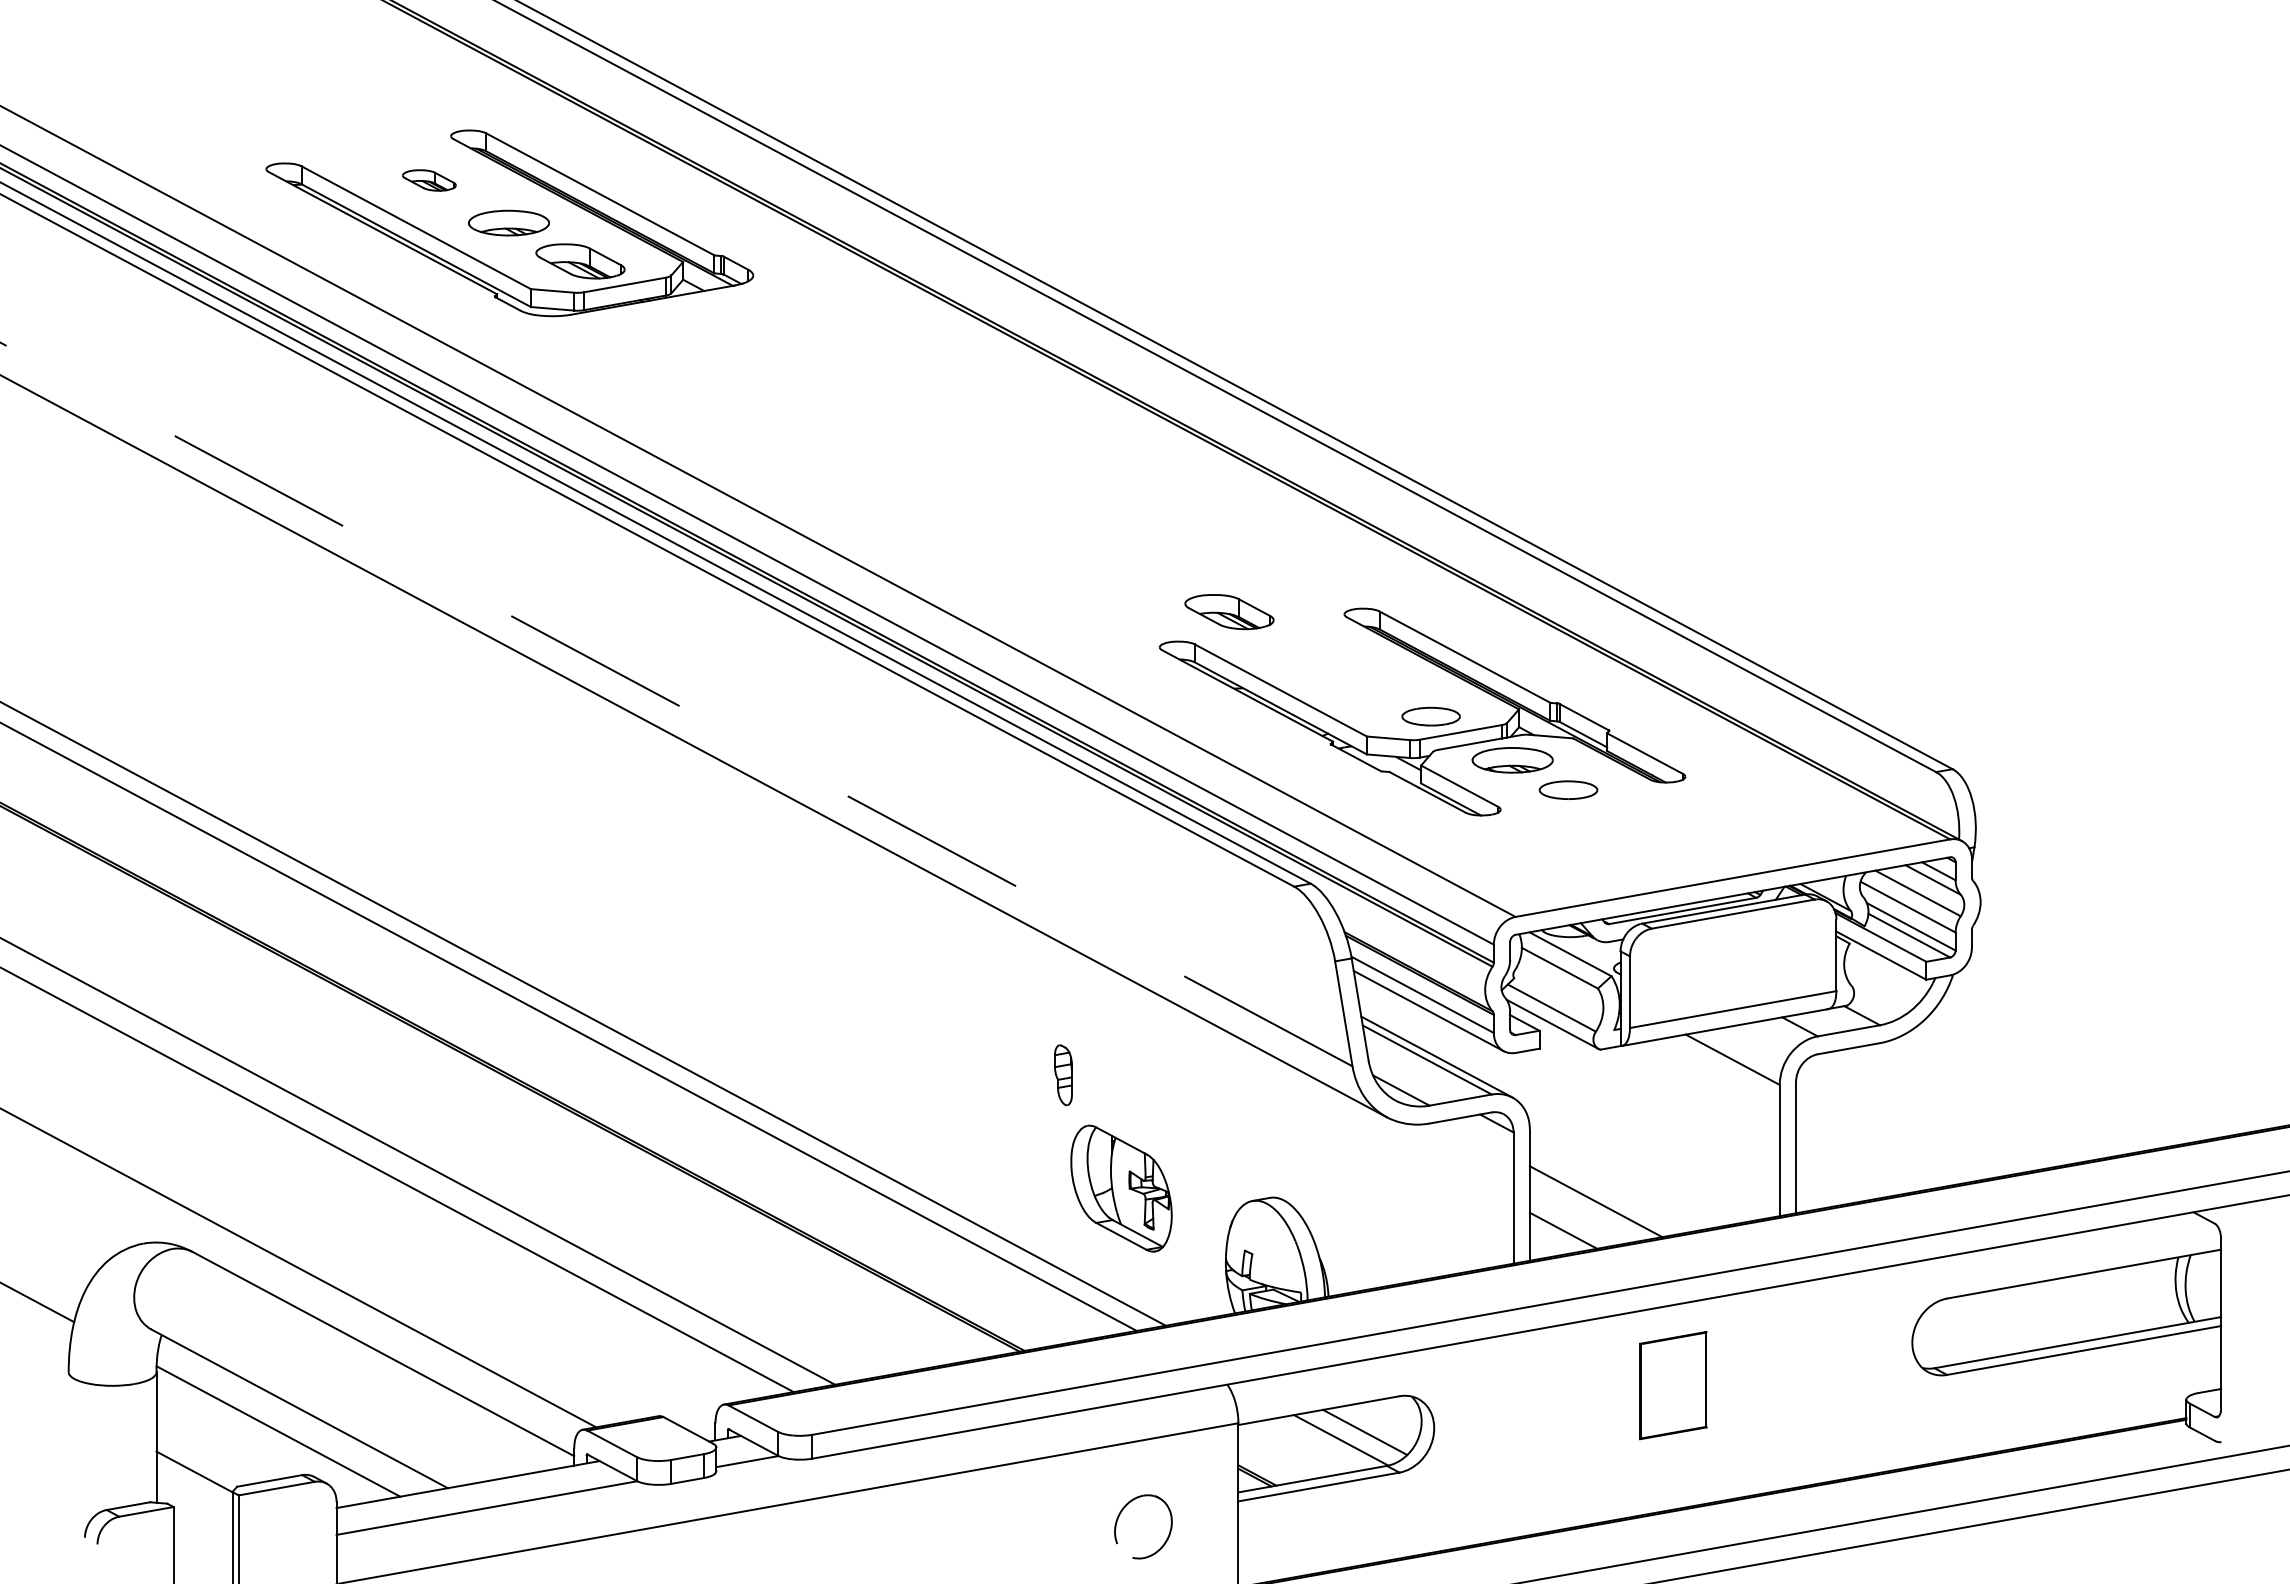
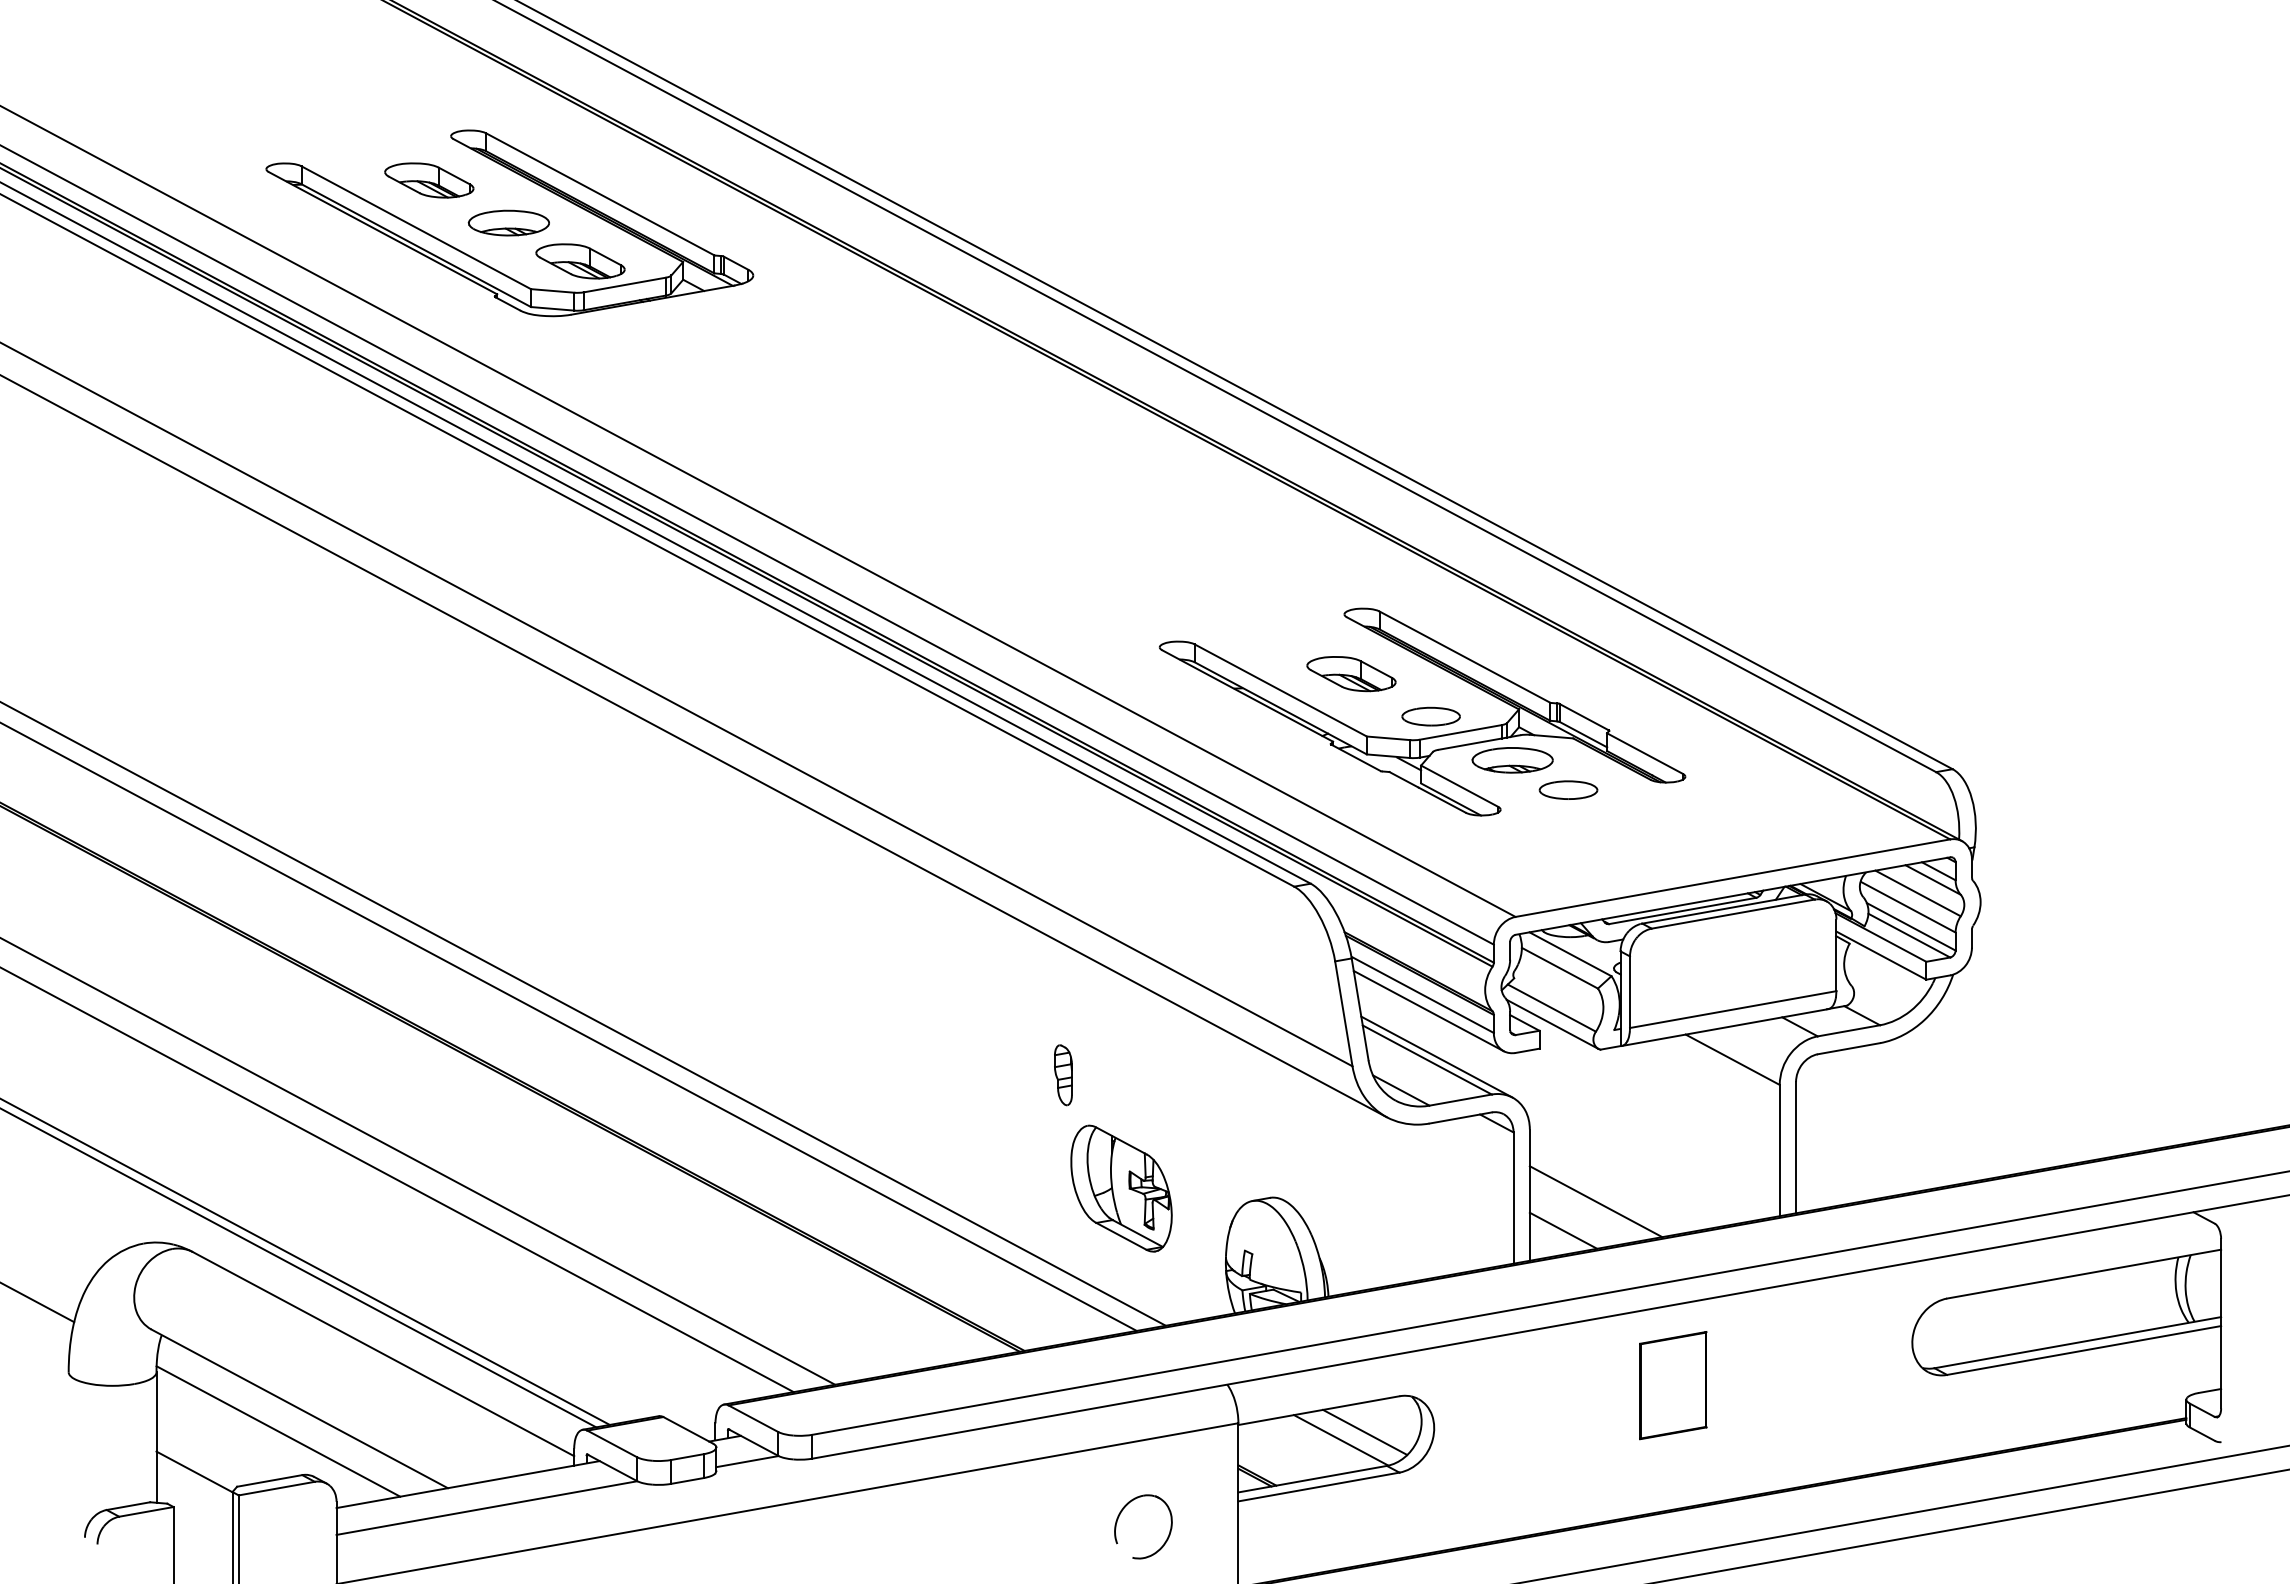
part at (429, 180) size: 55x23 px -> 91x37 px
part at (1229, 612) position: (1229, 612) -> (1351, 674)
line at (676, 704): dashed -> solid
line at (305, 1261): none -> present
